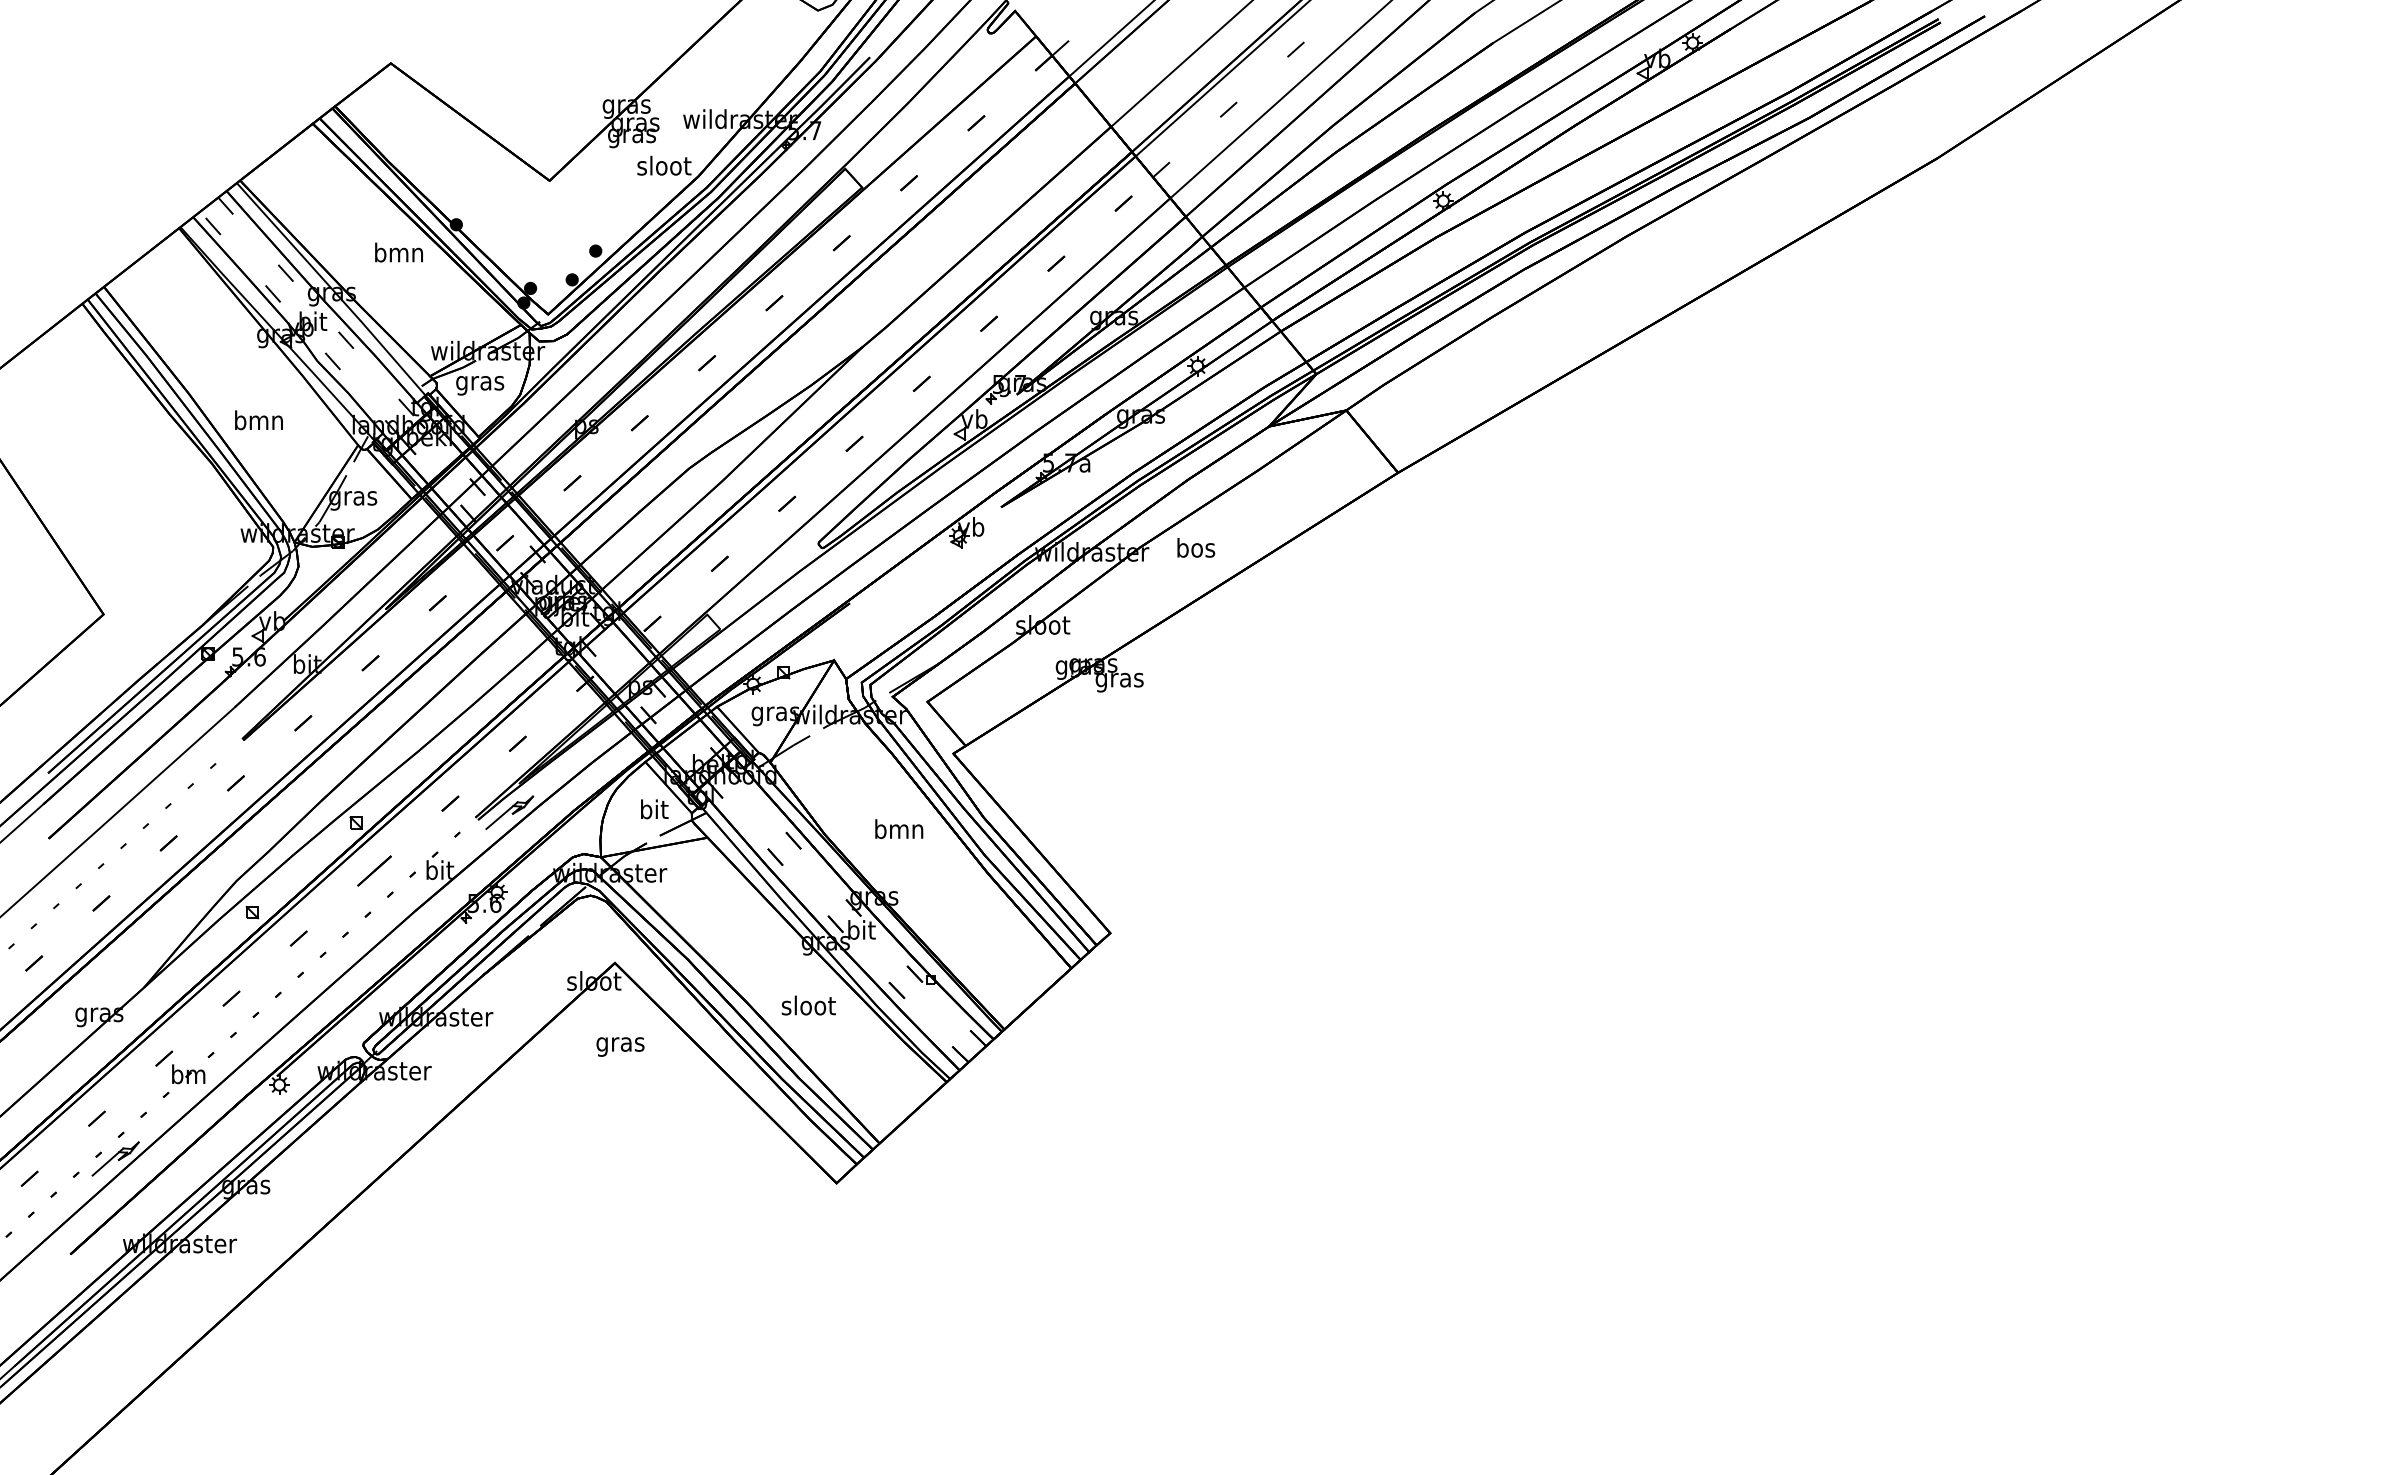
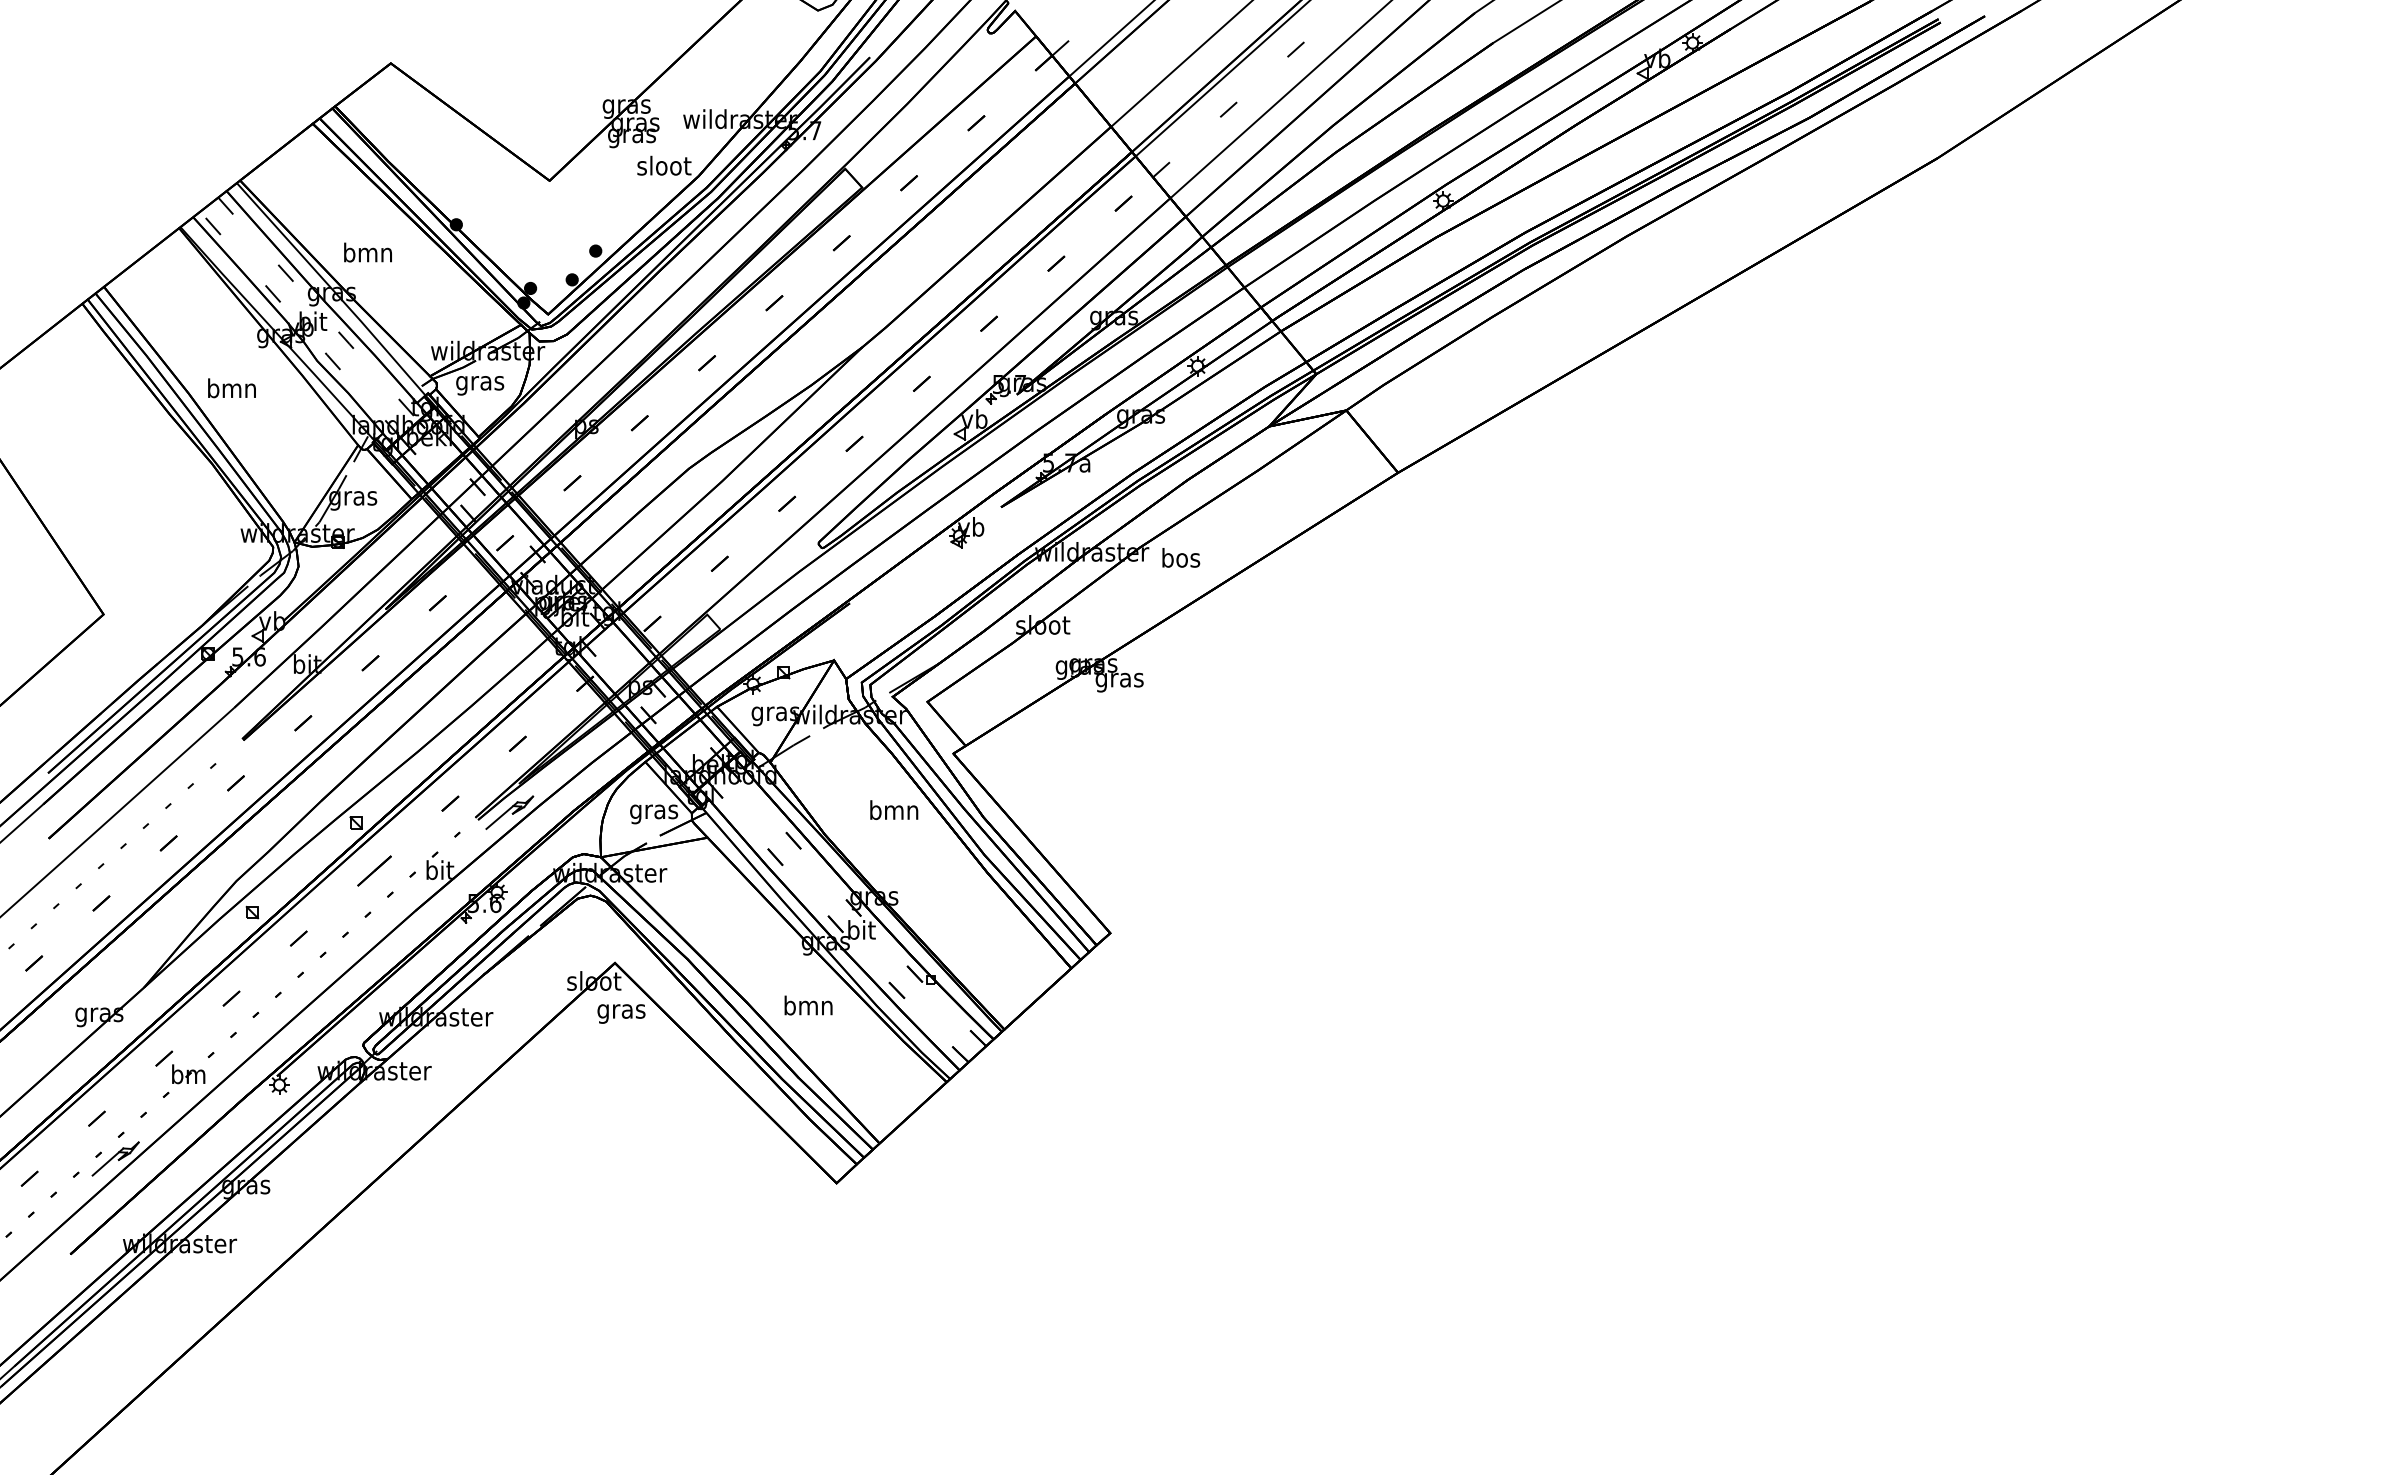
text at (398, 252) position: (398, 252) -> (367, 252)
text at (258, 420) position: (258, 420) -> (231, 388)
text at (1196, 547) position: (1196, 547) -> (1181, 557)
text at (654, 811): bit -> gras
text at (899, 828) position: (899, 828) -> (894, 809)
text at (808, 1005): sloot -> bmn
text at (620, 1046) position: (620, 1046) -> (621, 1013)
